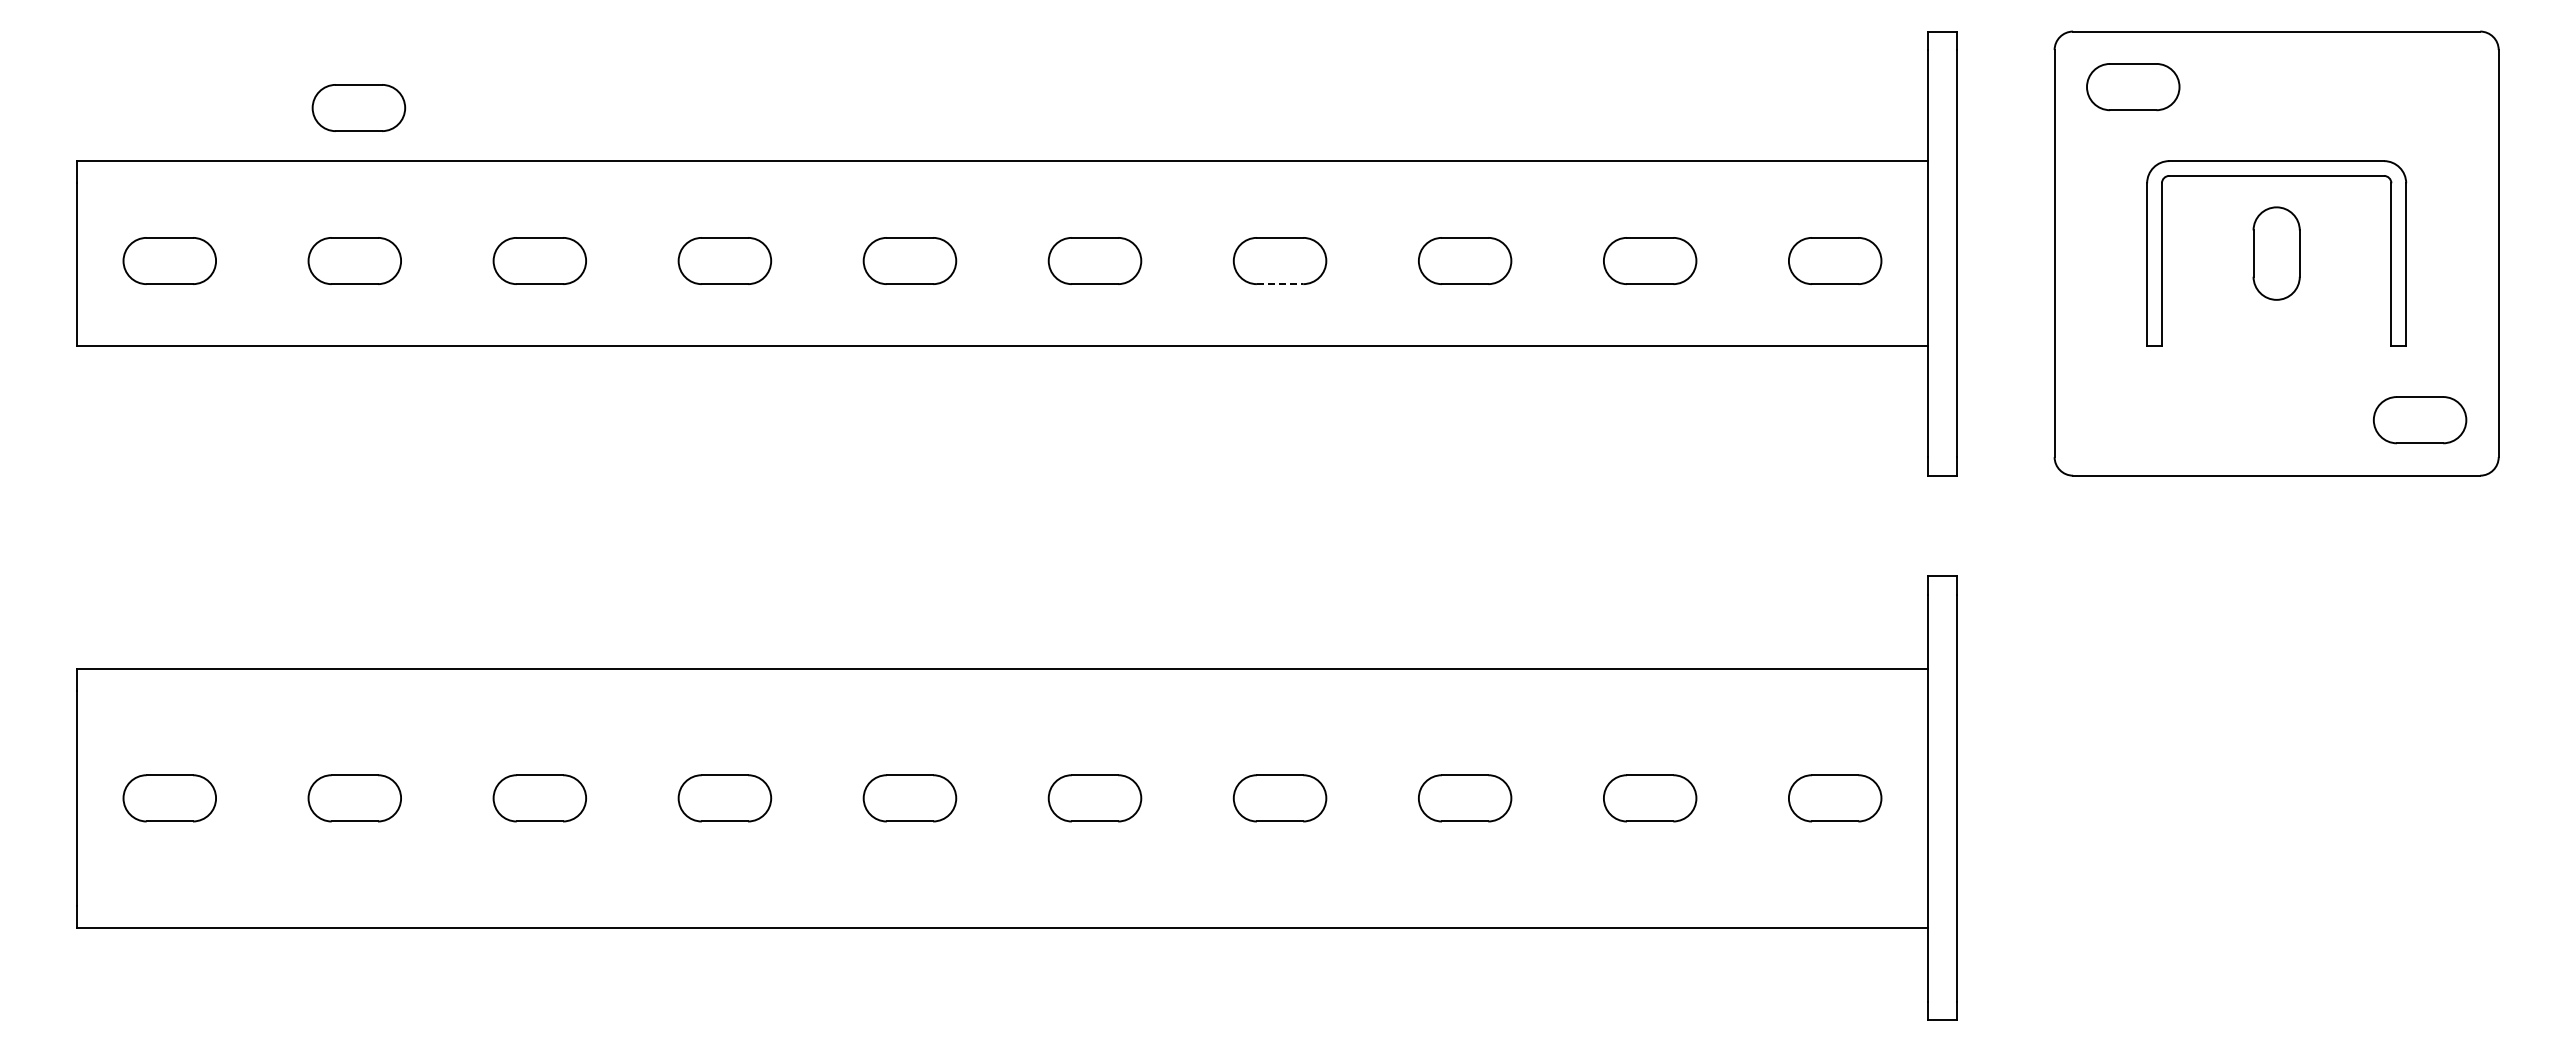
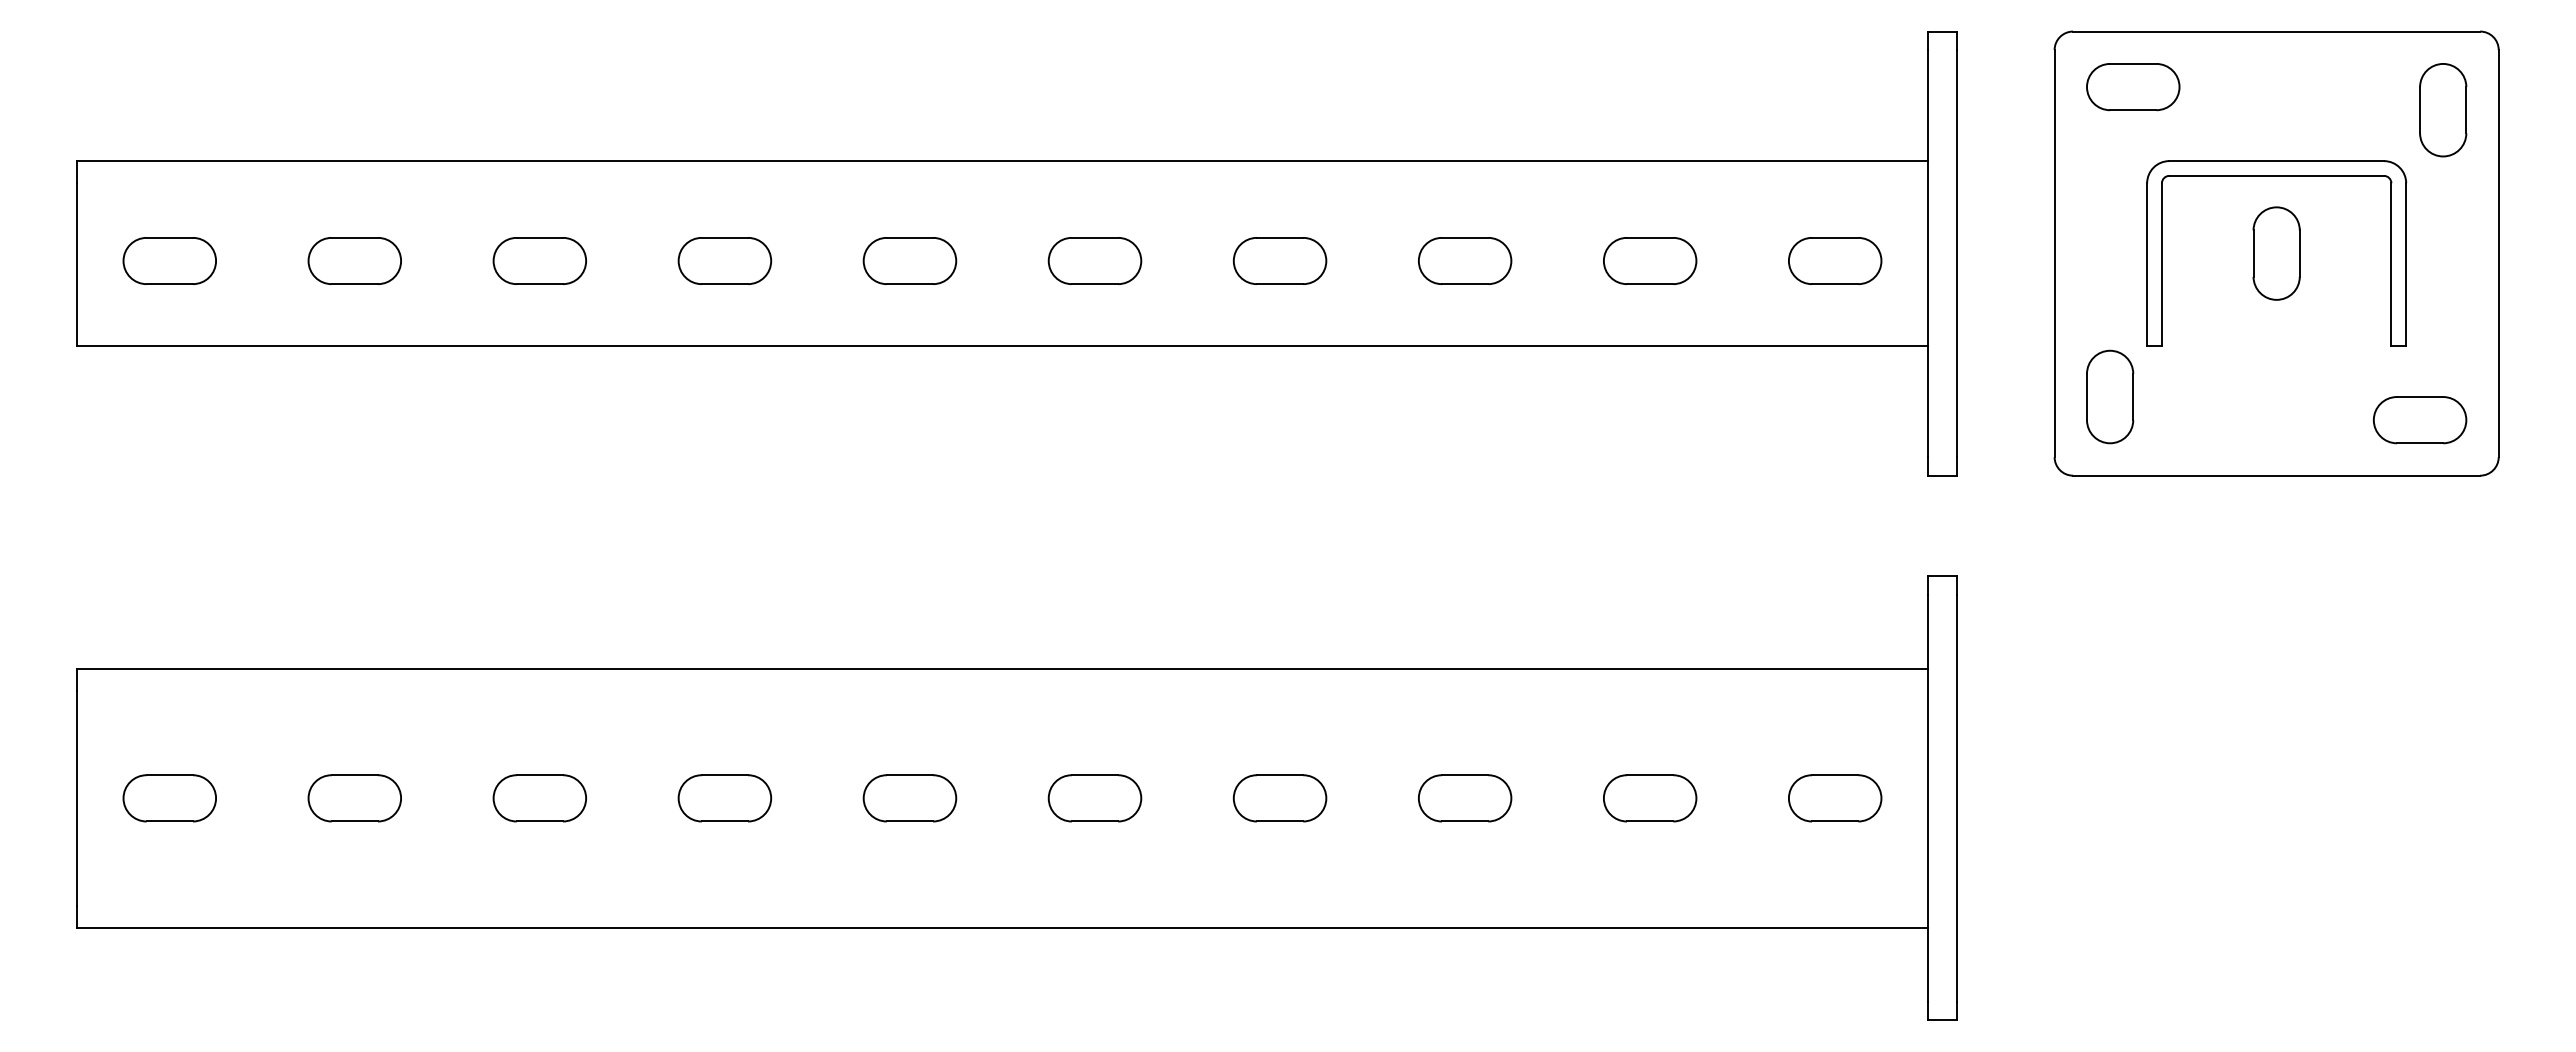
part at (358, 107): present -> none
part at (2443, 110): none -> present
line at (1280, 284): dashed -> solid
part at (2110, 396): none -> present
